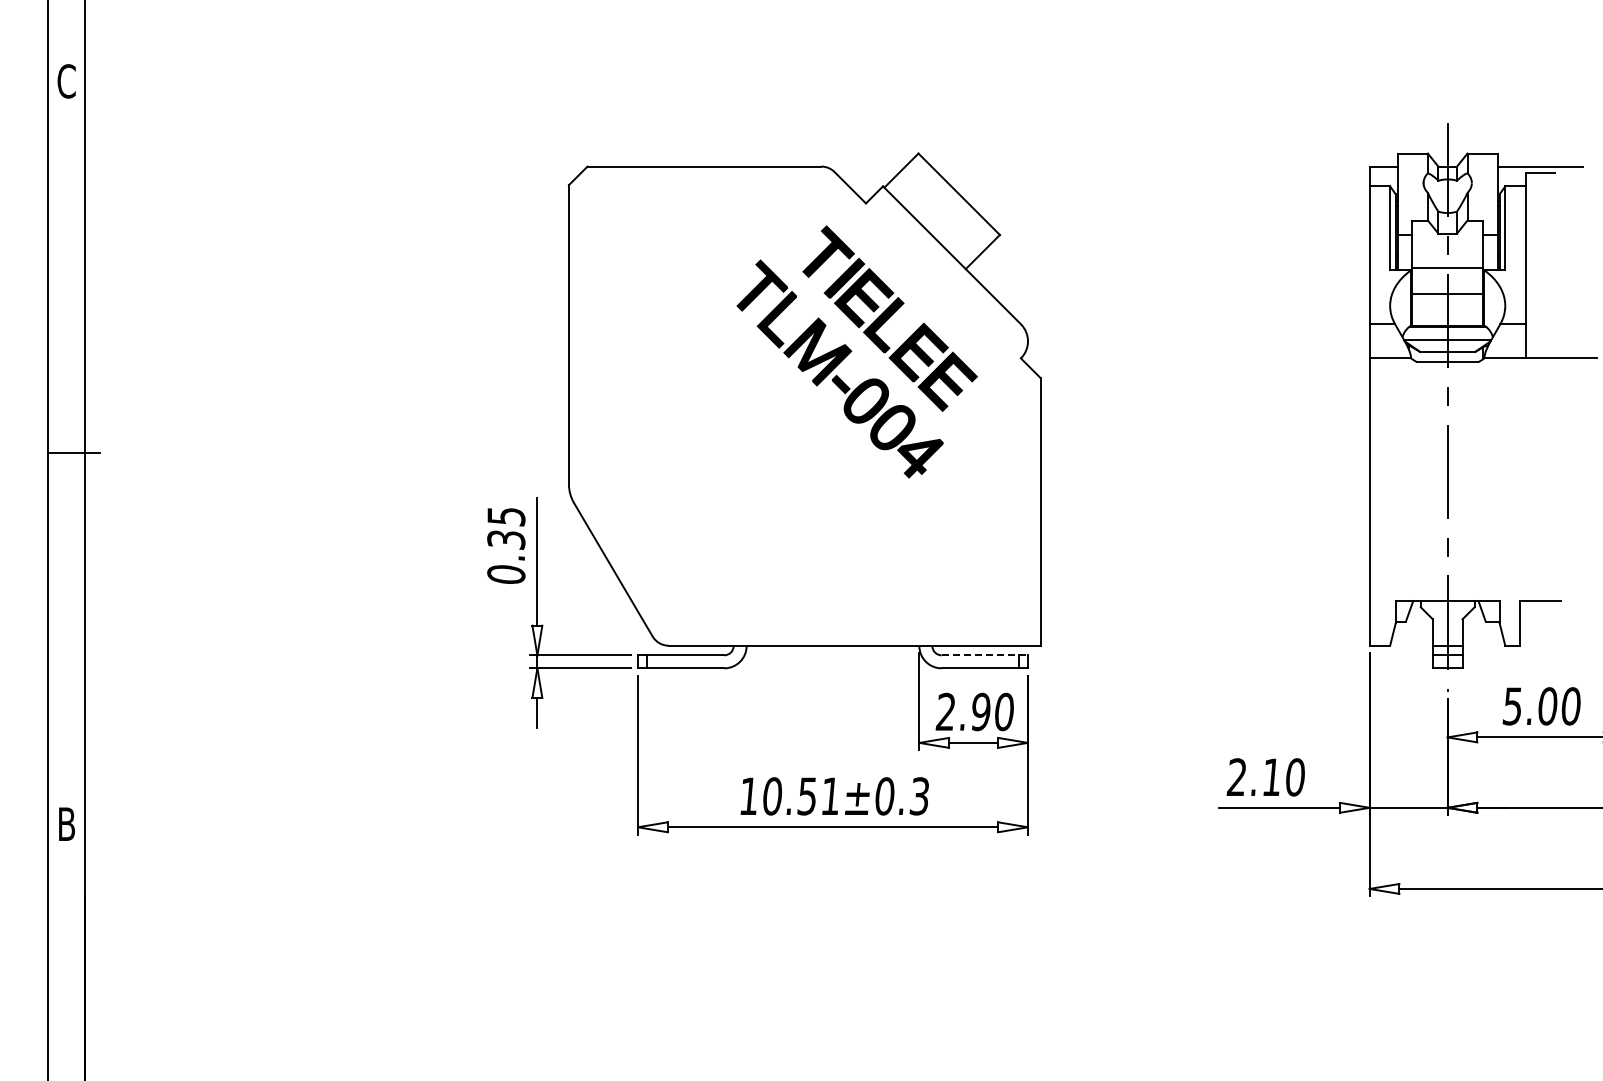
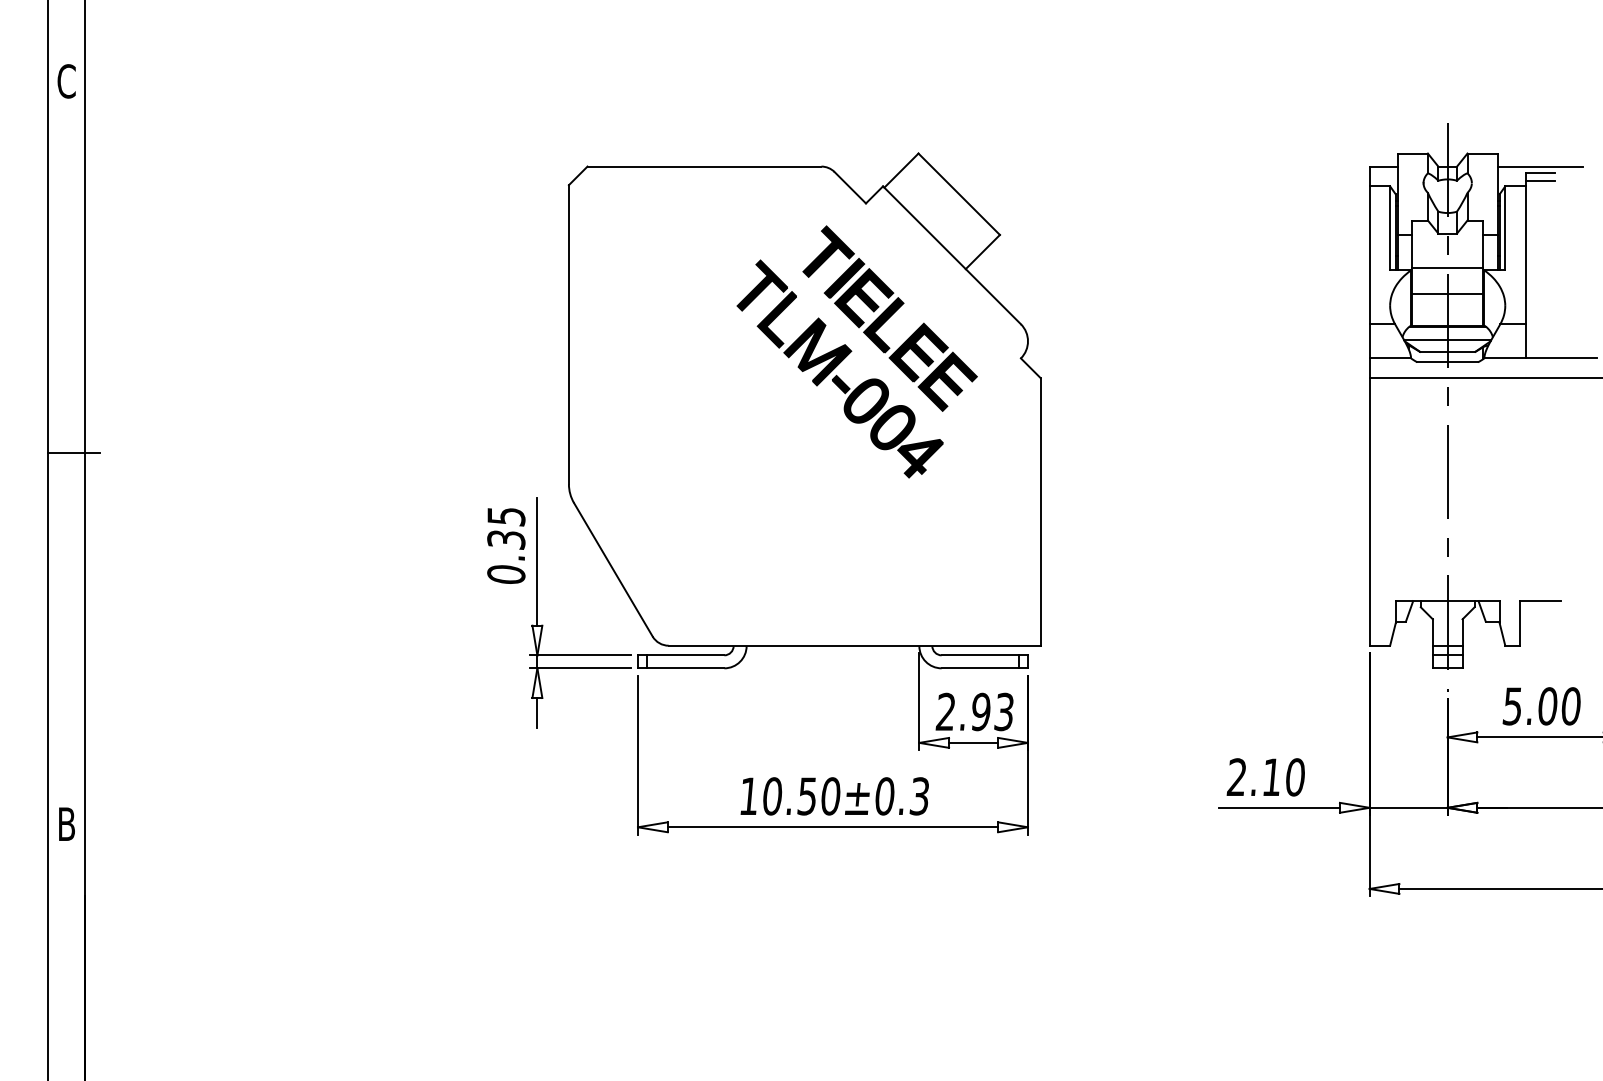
line at (1540, 181): none -> present
line at (1484, 378): none -> present
line at (985, 655): dashed -> solid
text at (1003, 711): 2.90 -> 2.93
text at (830, 796): 10.51±0.3 -> 10.50±0.3
